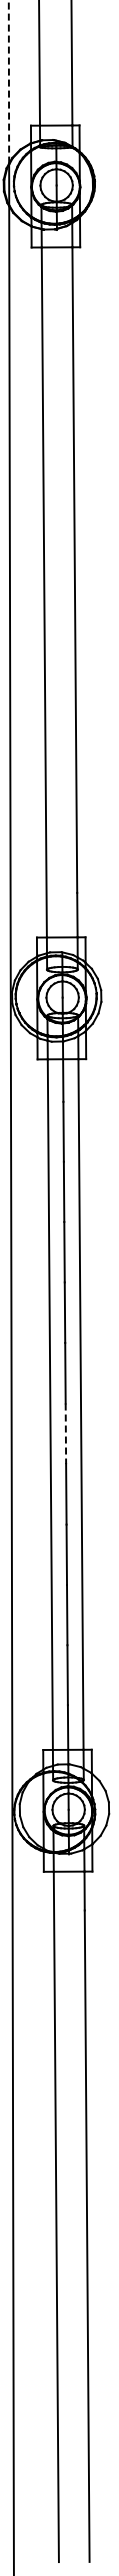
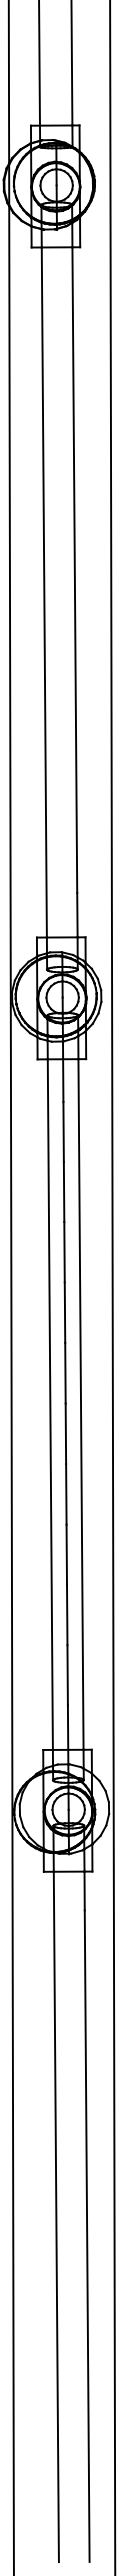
line at (8, 81): dashed -> solid
line at (112, 1287): none -> present
line at (65, 1434): dashed -> solid
